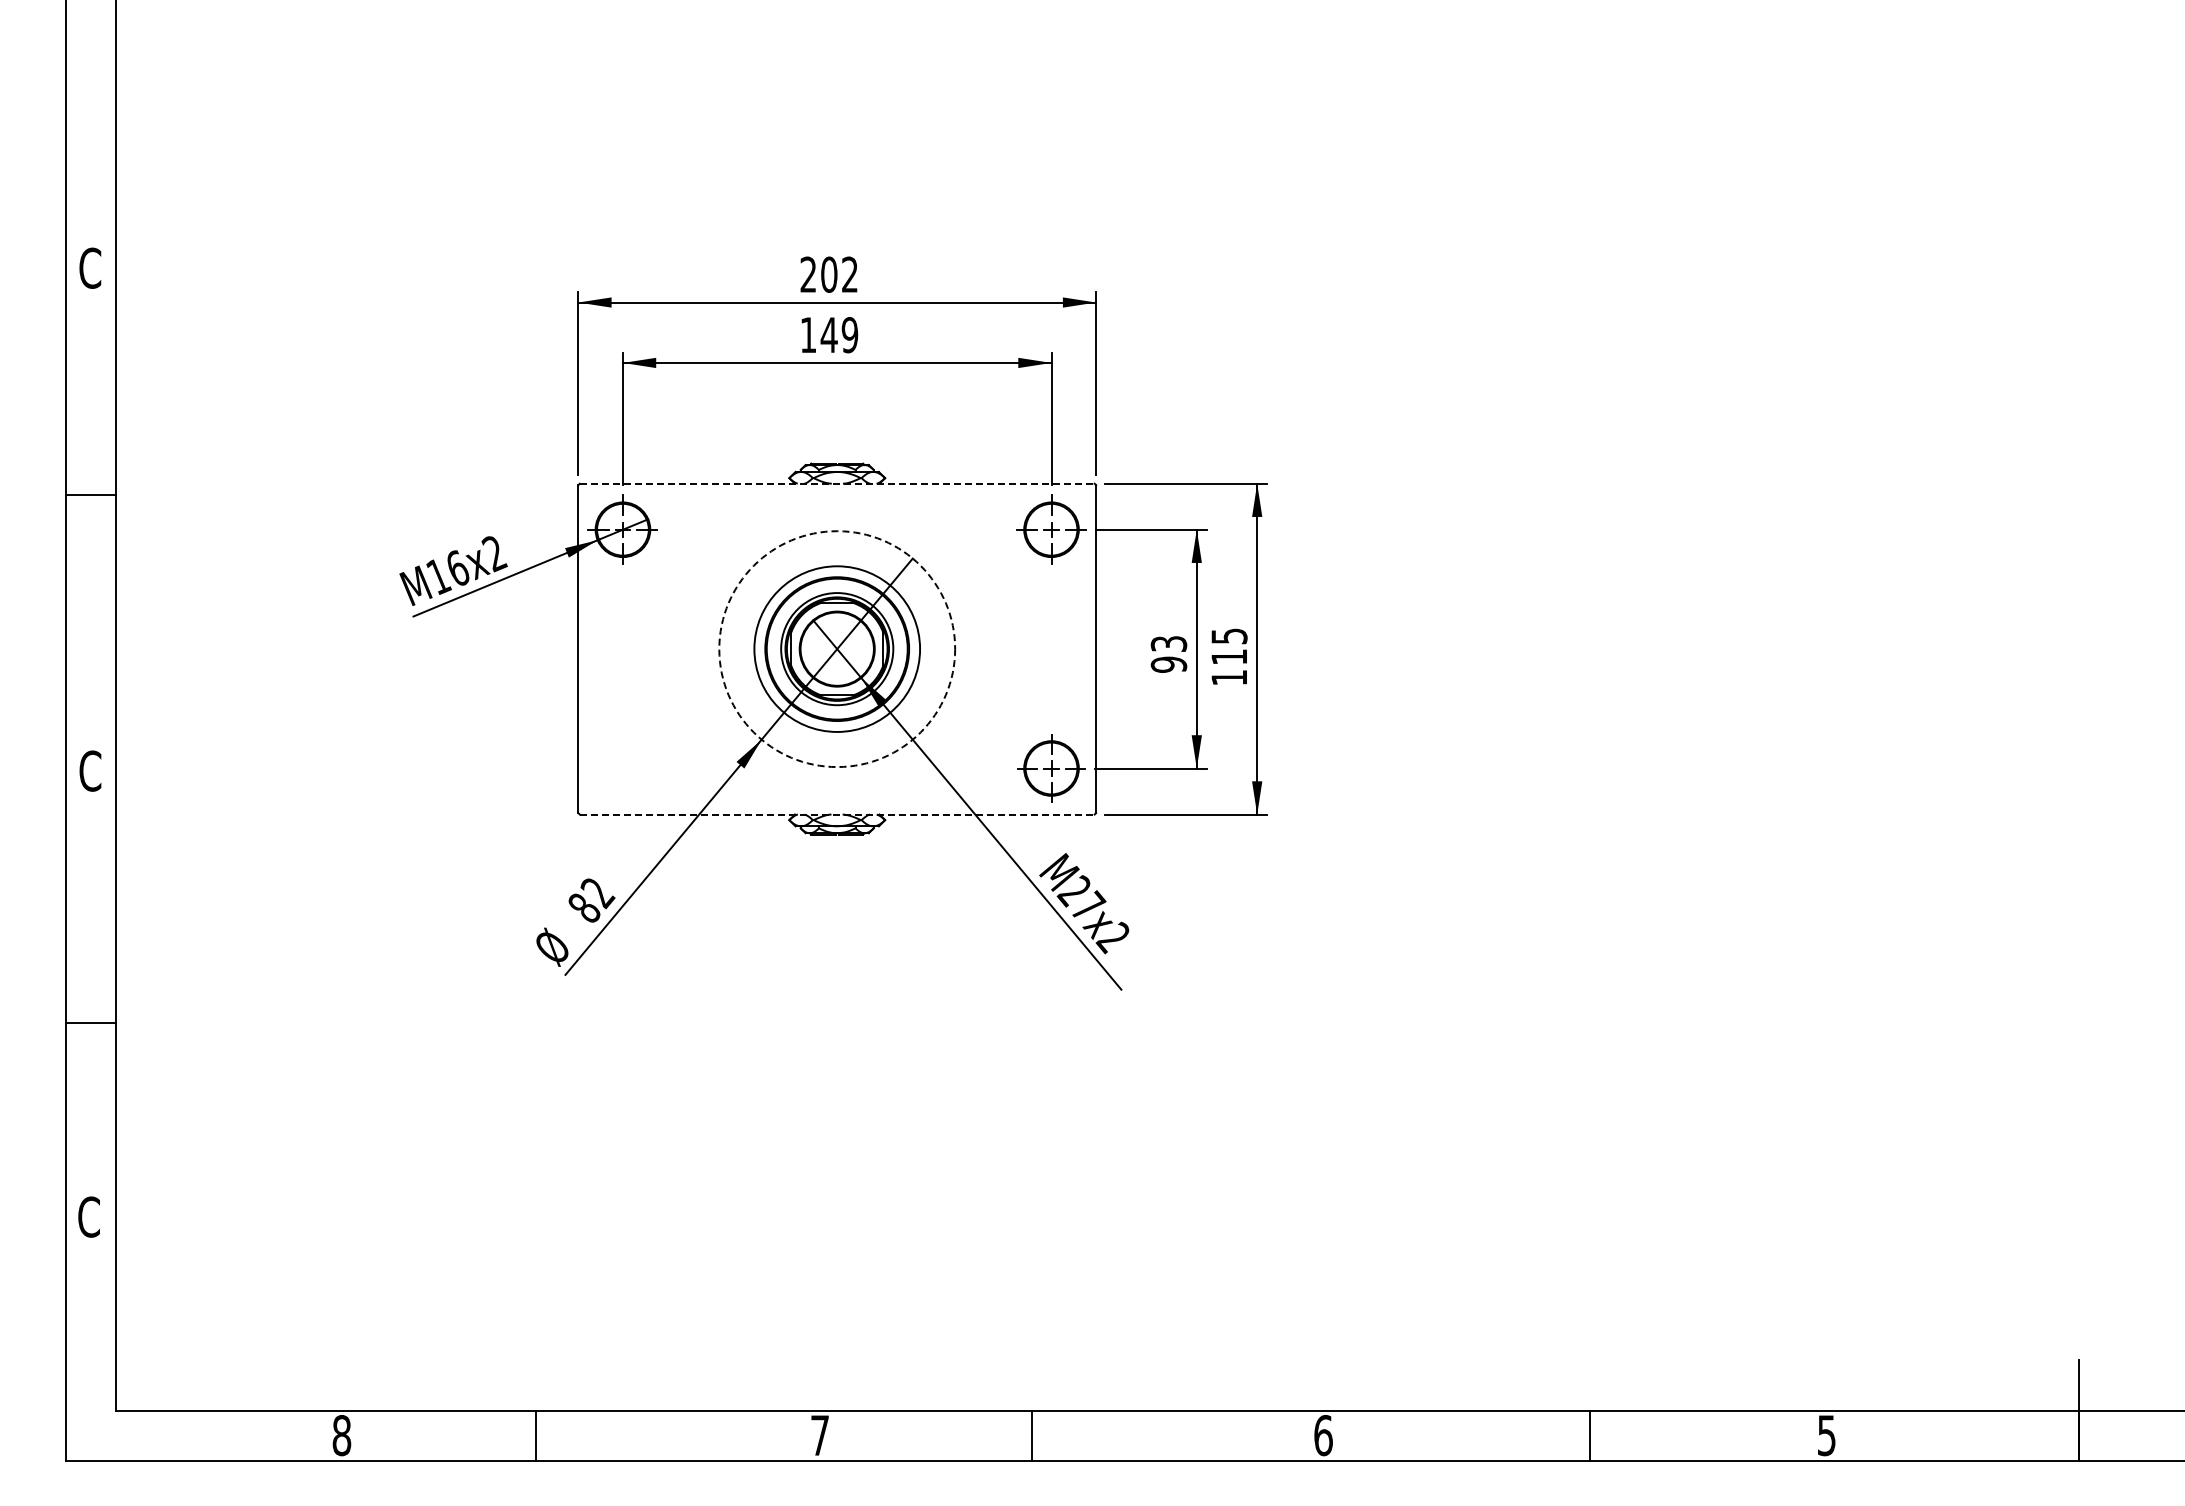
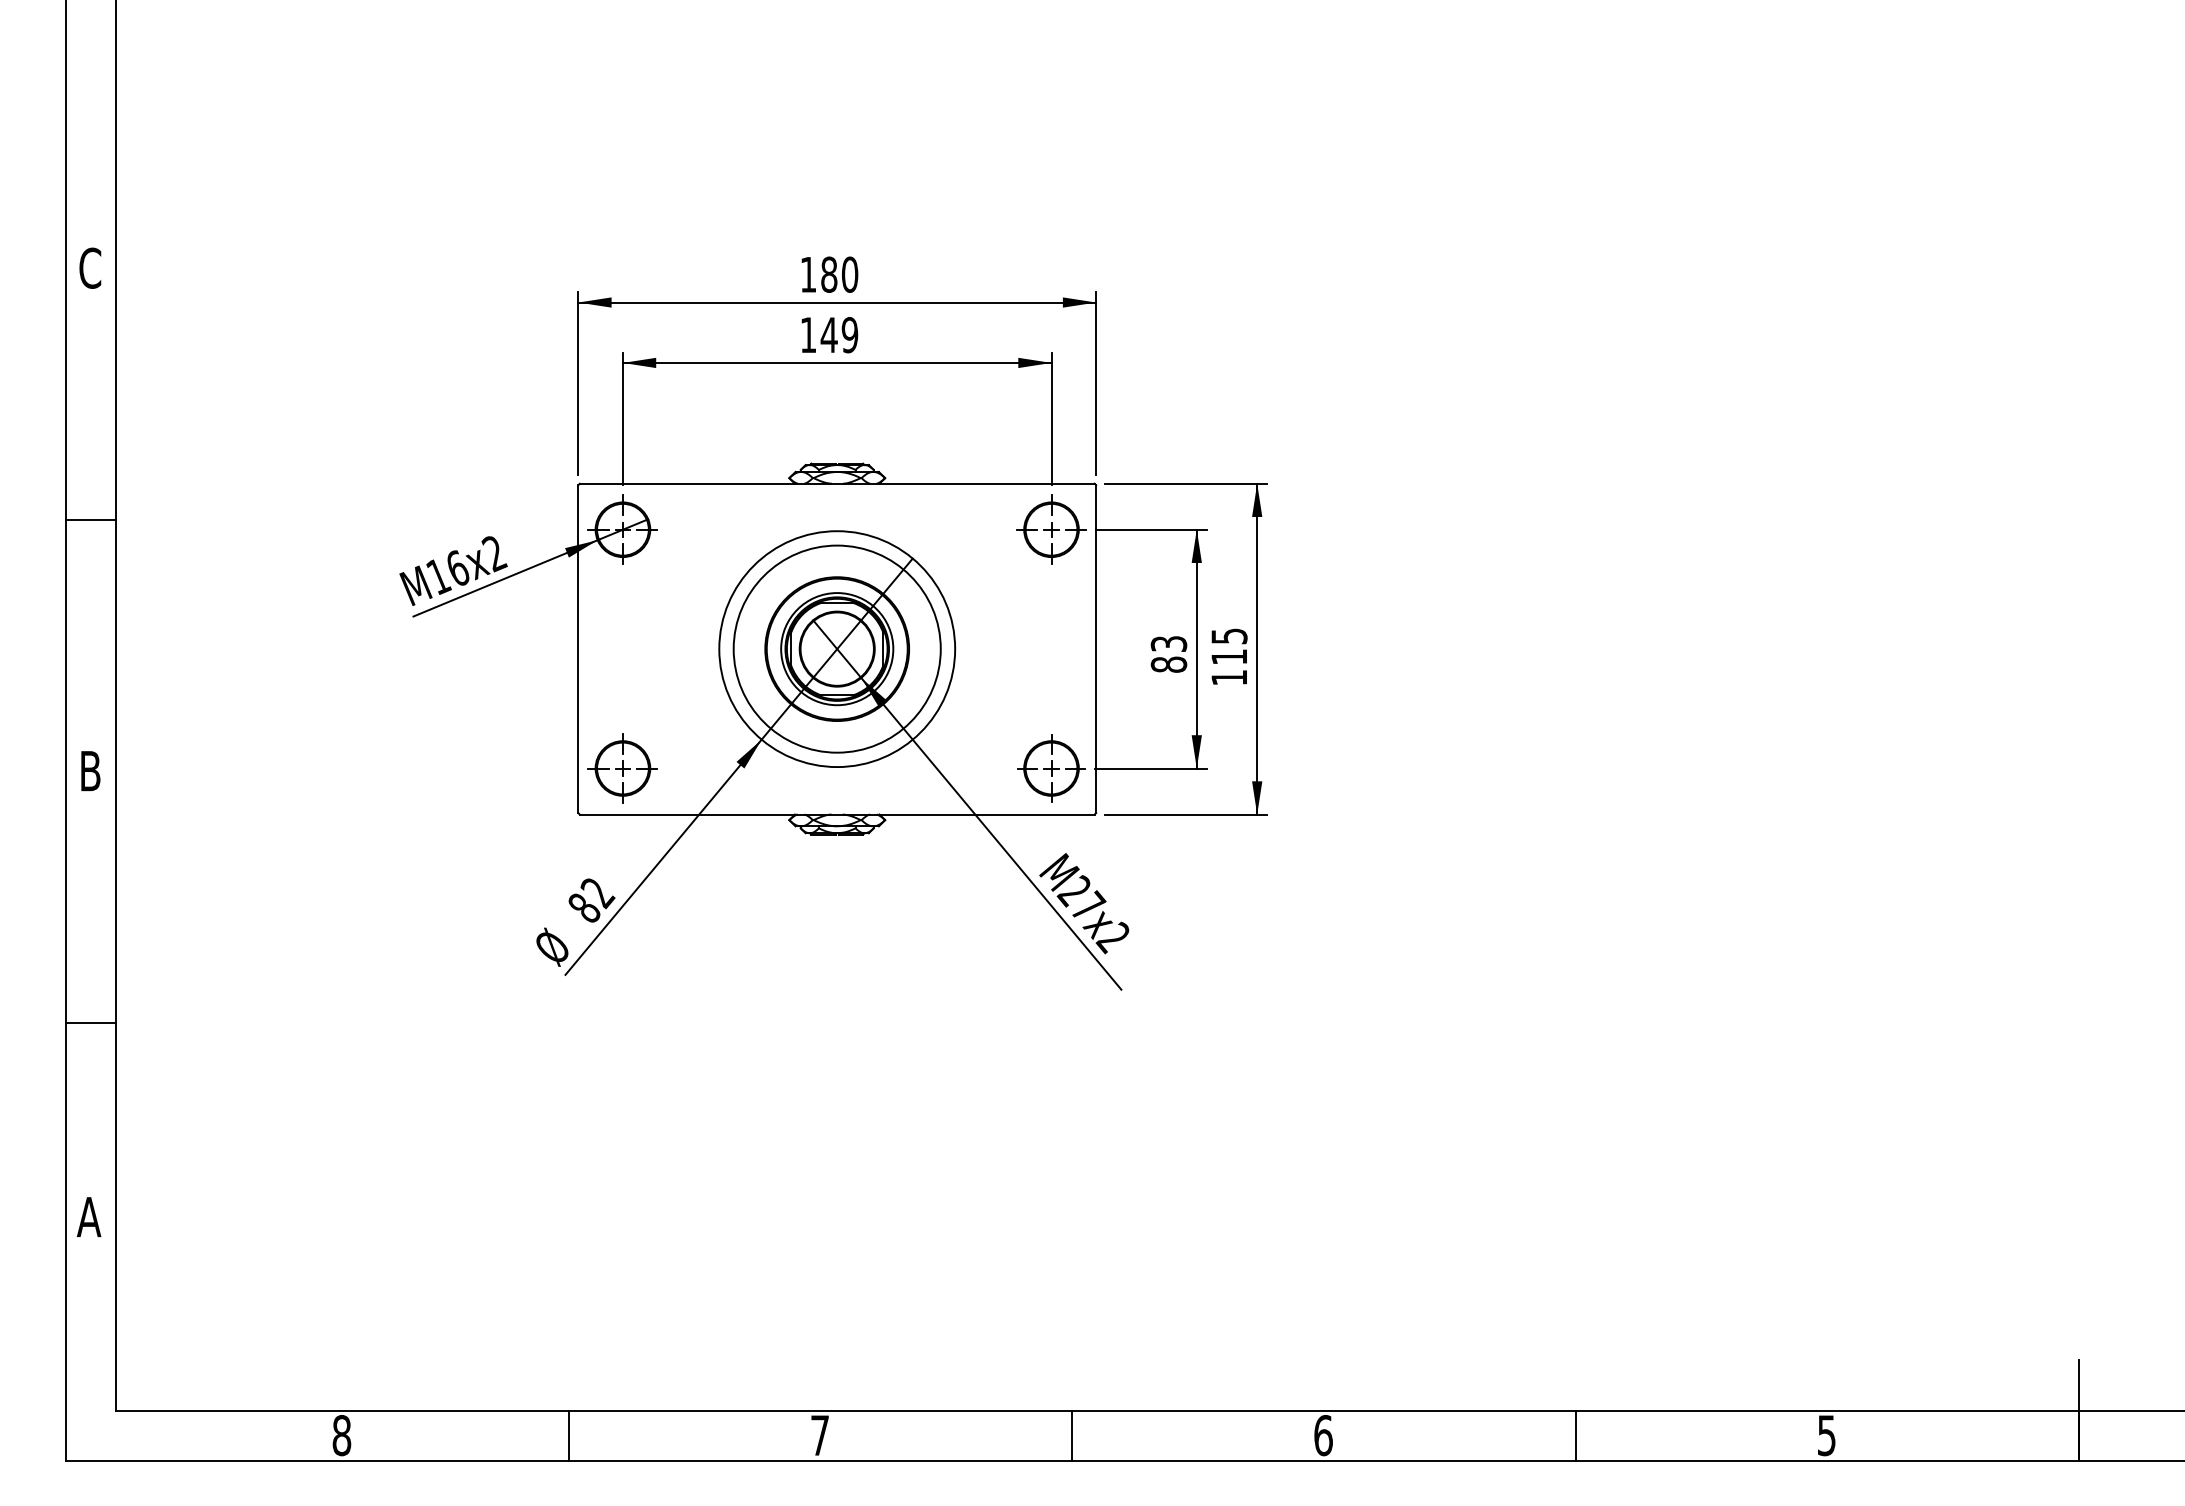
text at (829, 274): 202 -> 180
line at (837, 483): dashed -> solid
line at (90, 494) position: (90, 494) -> (90, 519)
circle at (837, 648) diameter: 166 px -> 207 px
circle at (837, 649): dashed -> solid
text at (1168, 664): 93 -> 83
part at (622, 768): none -> present
text at (90, 770): C -> B
line at (837, 814): dashed -> solid
text at (88, 1216): C -> A
line at (535, 1435) position: (535, 1435) -> (568, 1435)
line at (1032, 1435) position: (1032, 1435) -> (1072, 1435)
line at (1589, 1435) position: (1589, 1435) -> (1575, 1435)
